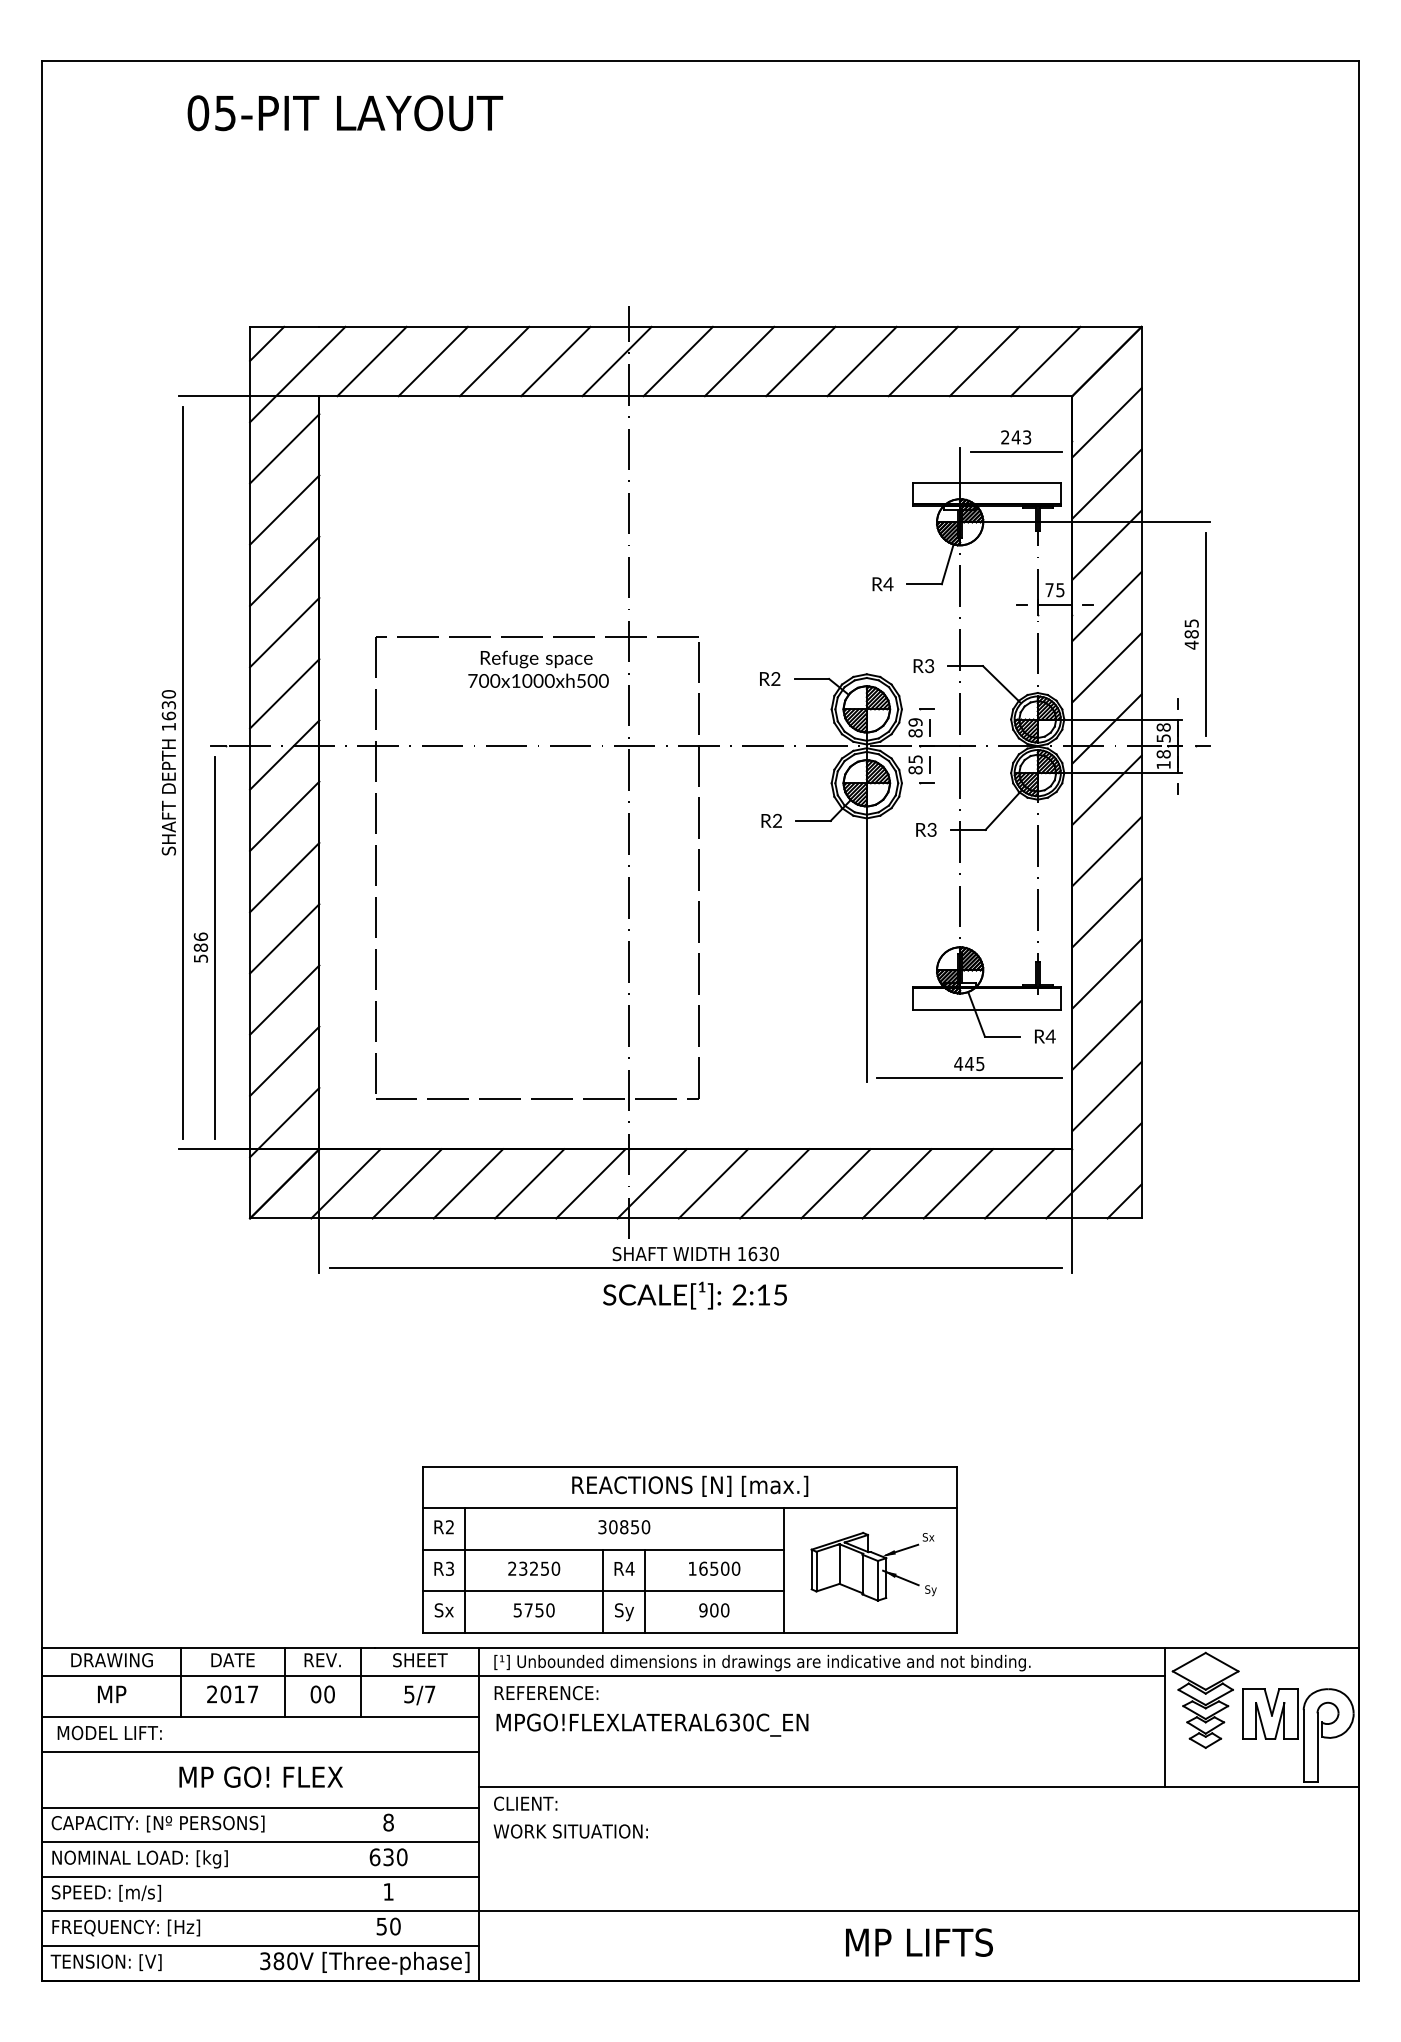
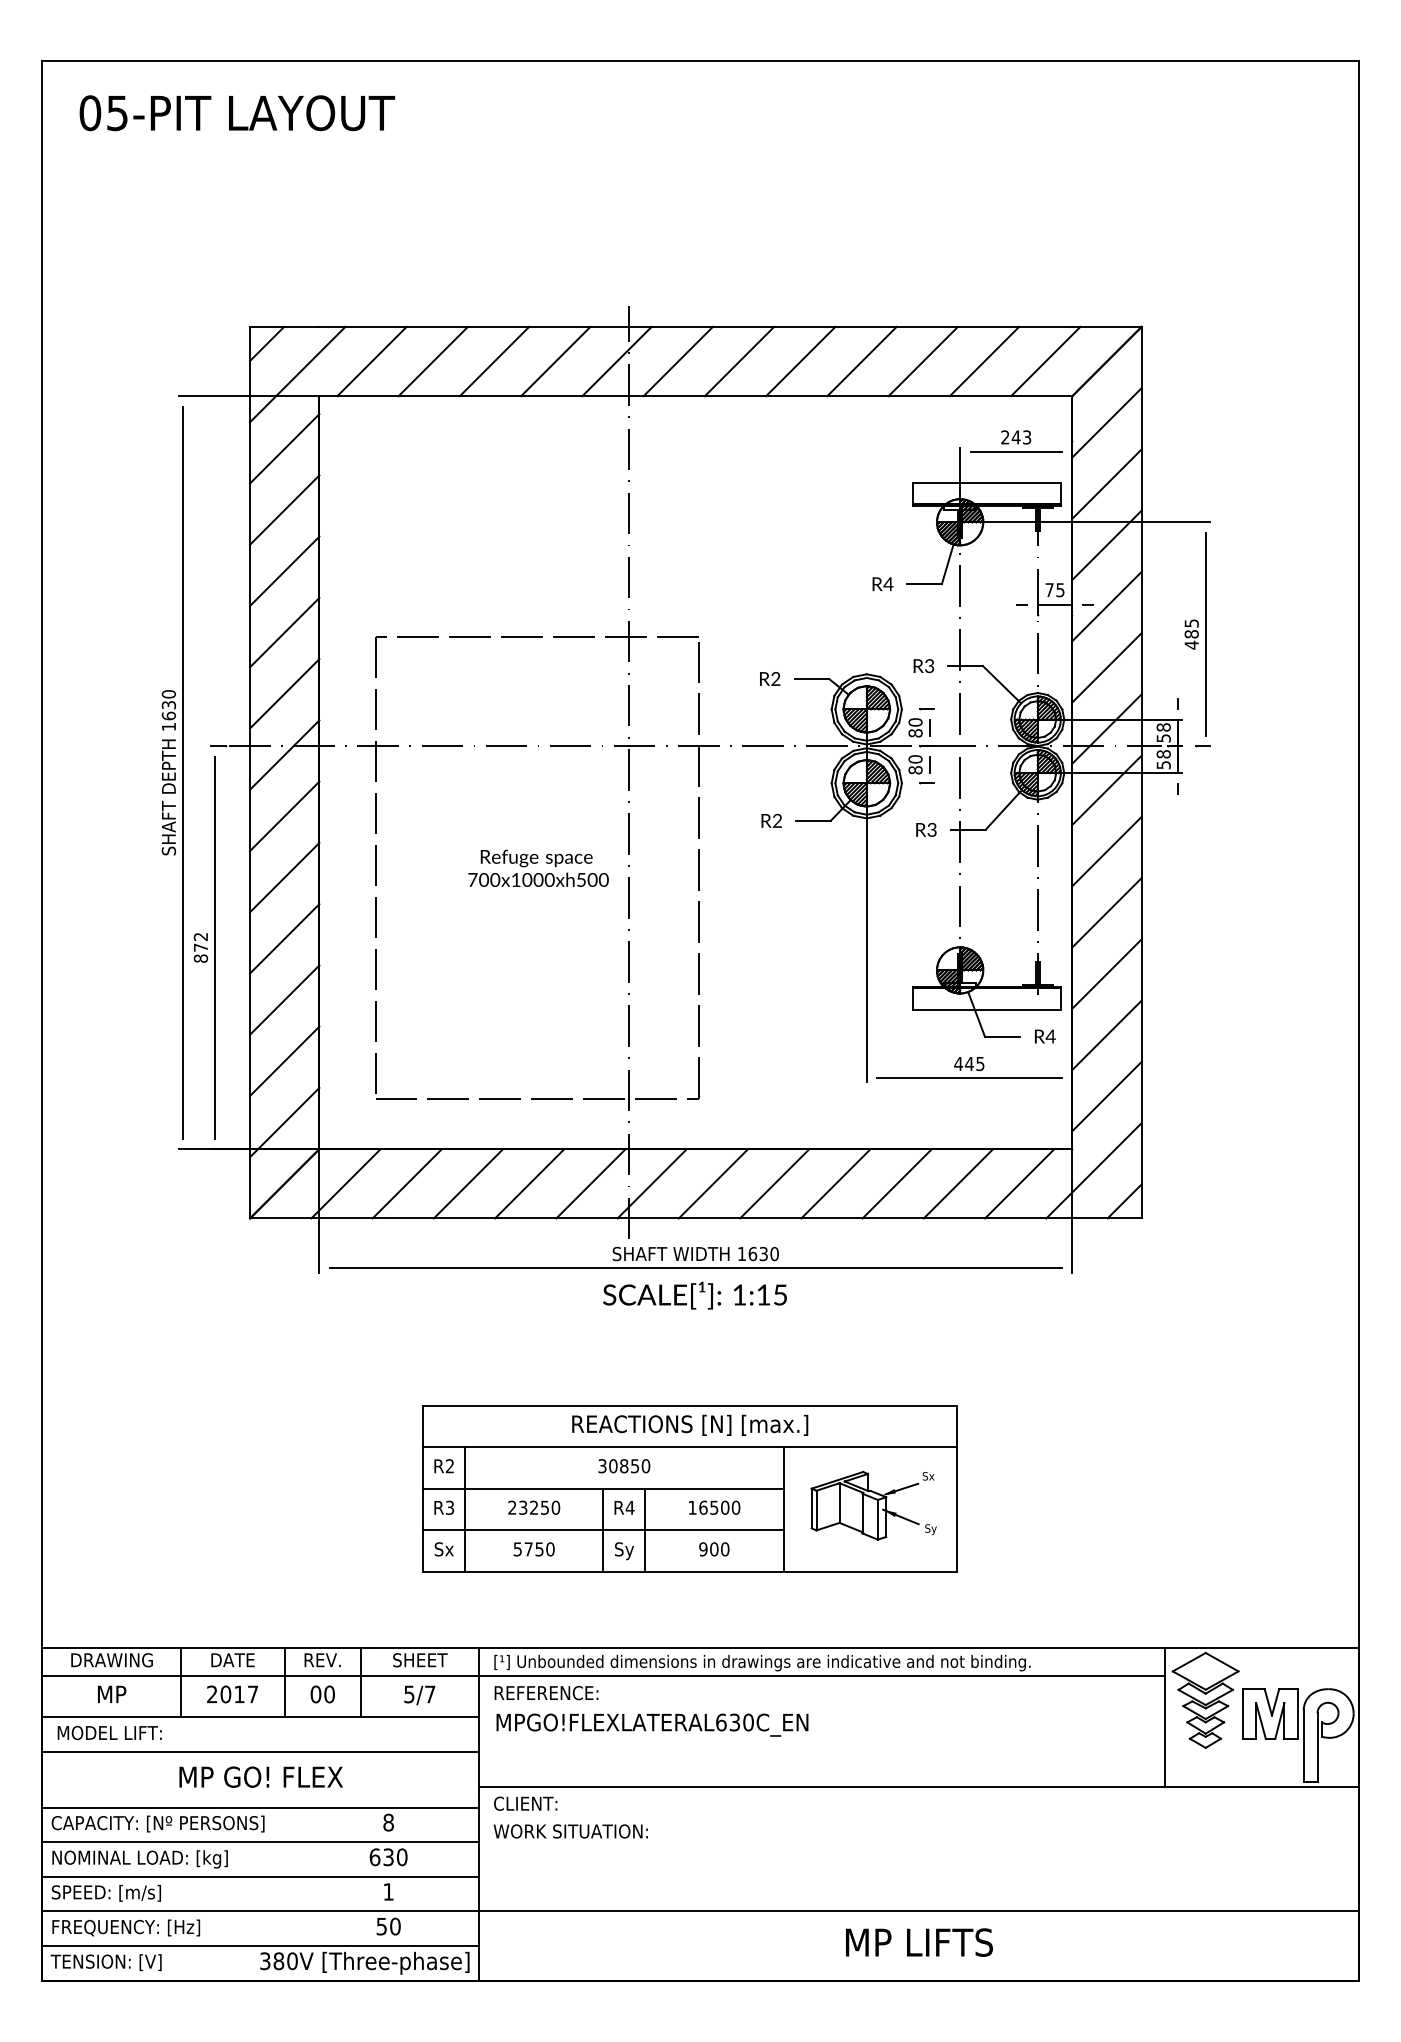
text at (345, 113) position: (345, 113) -> (237, 113)
text at (538, 668) position: (538, 668) -> (538, 867)
text at (915, 722): 89 -> 80
text at (915, 759): 85 -> 80
text at (1163, 765): 18 -> 58
text at (200, 947): 586 -> 872
text at (739, 1294): 2:15 -> 1:15
part at (689, 1549) position: (689, 1549) -> (689, 1488)
